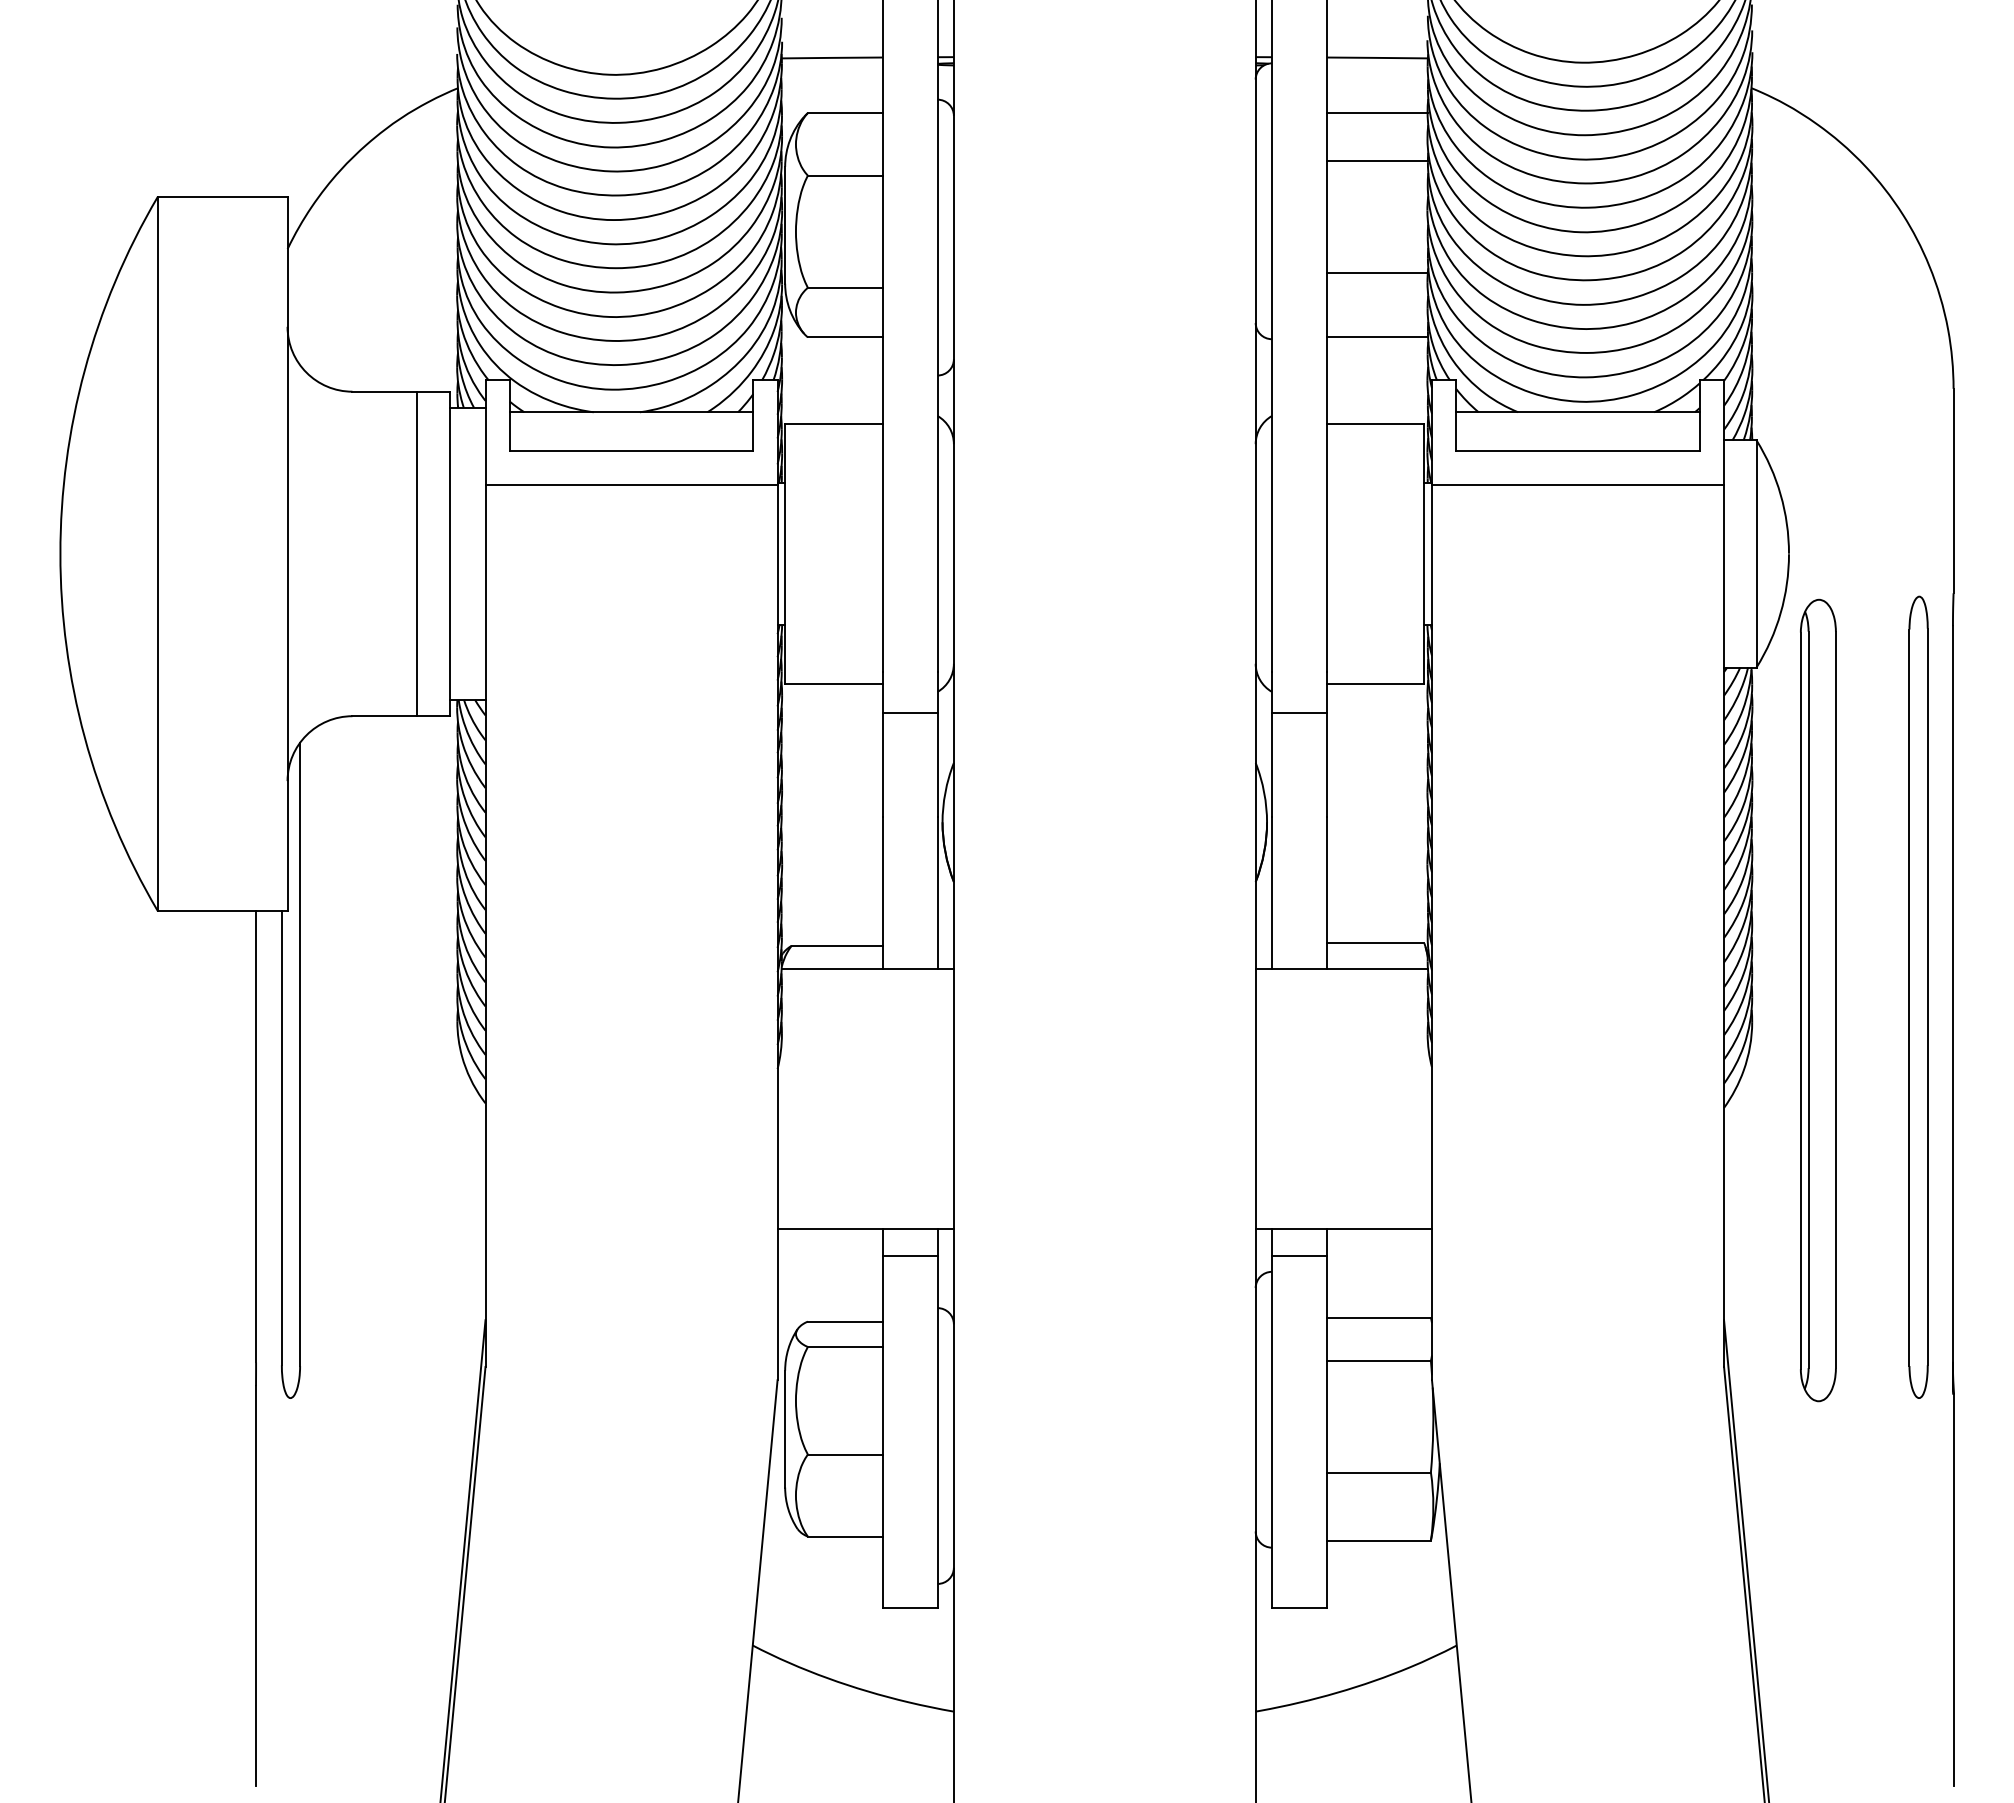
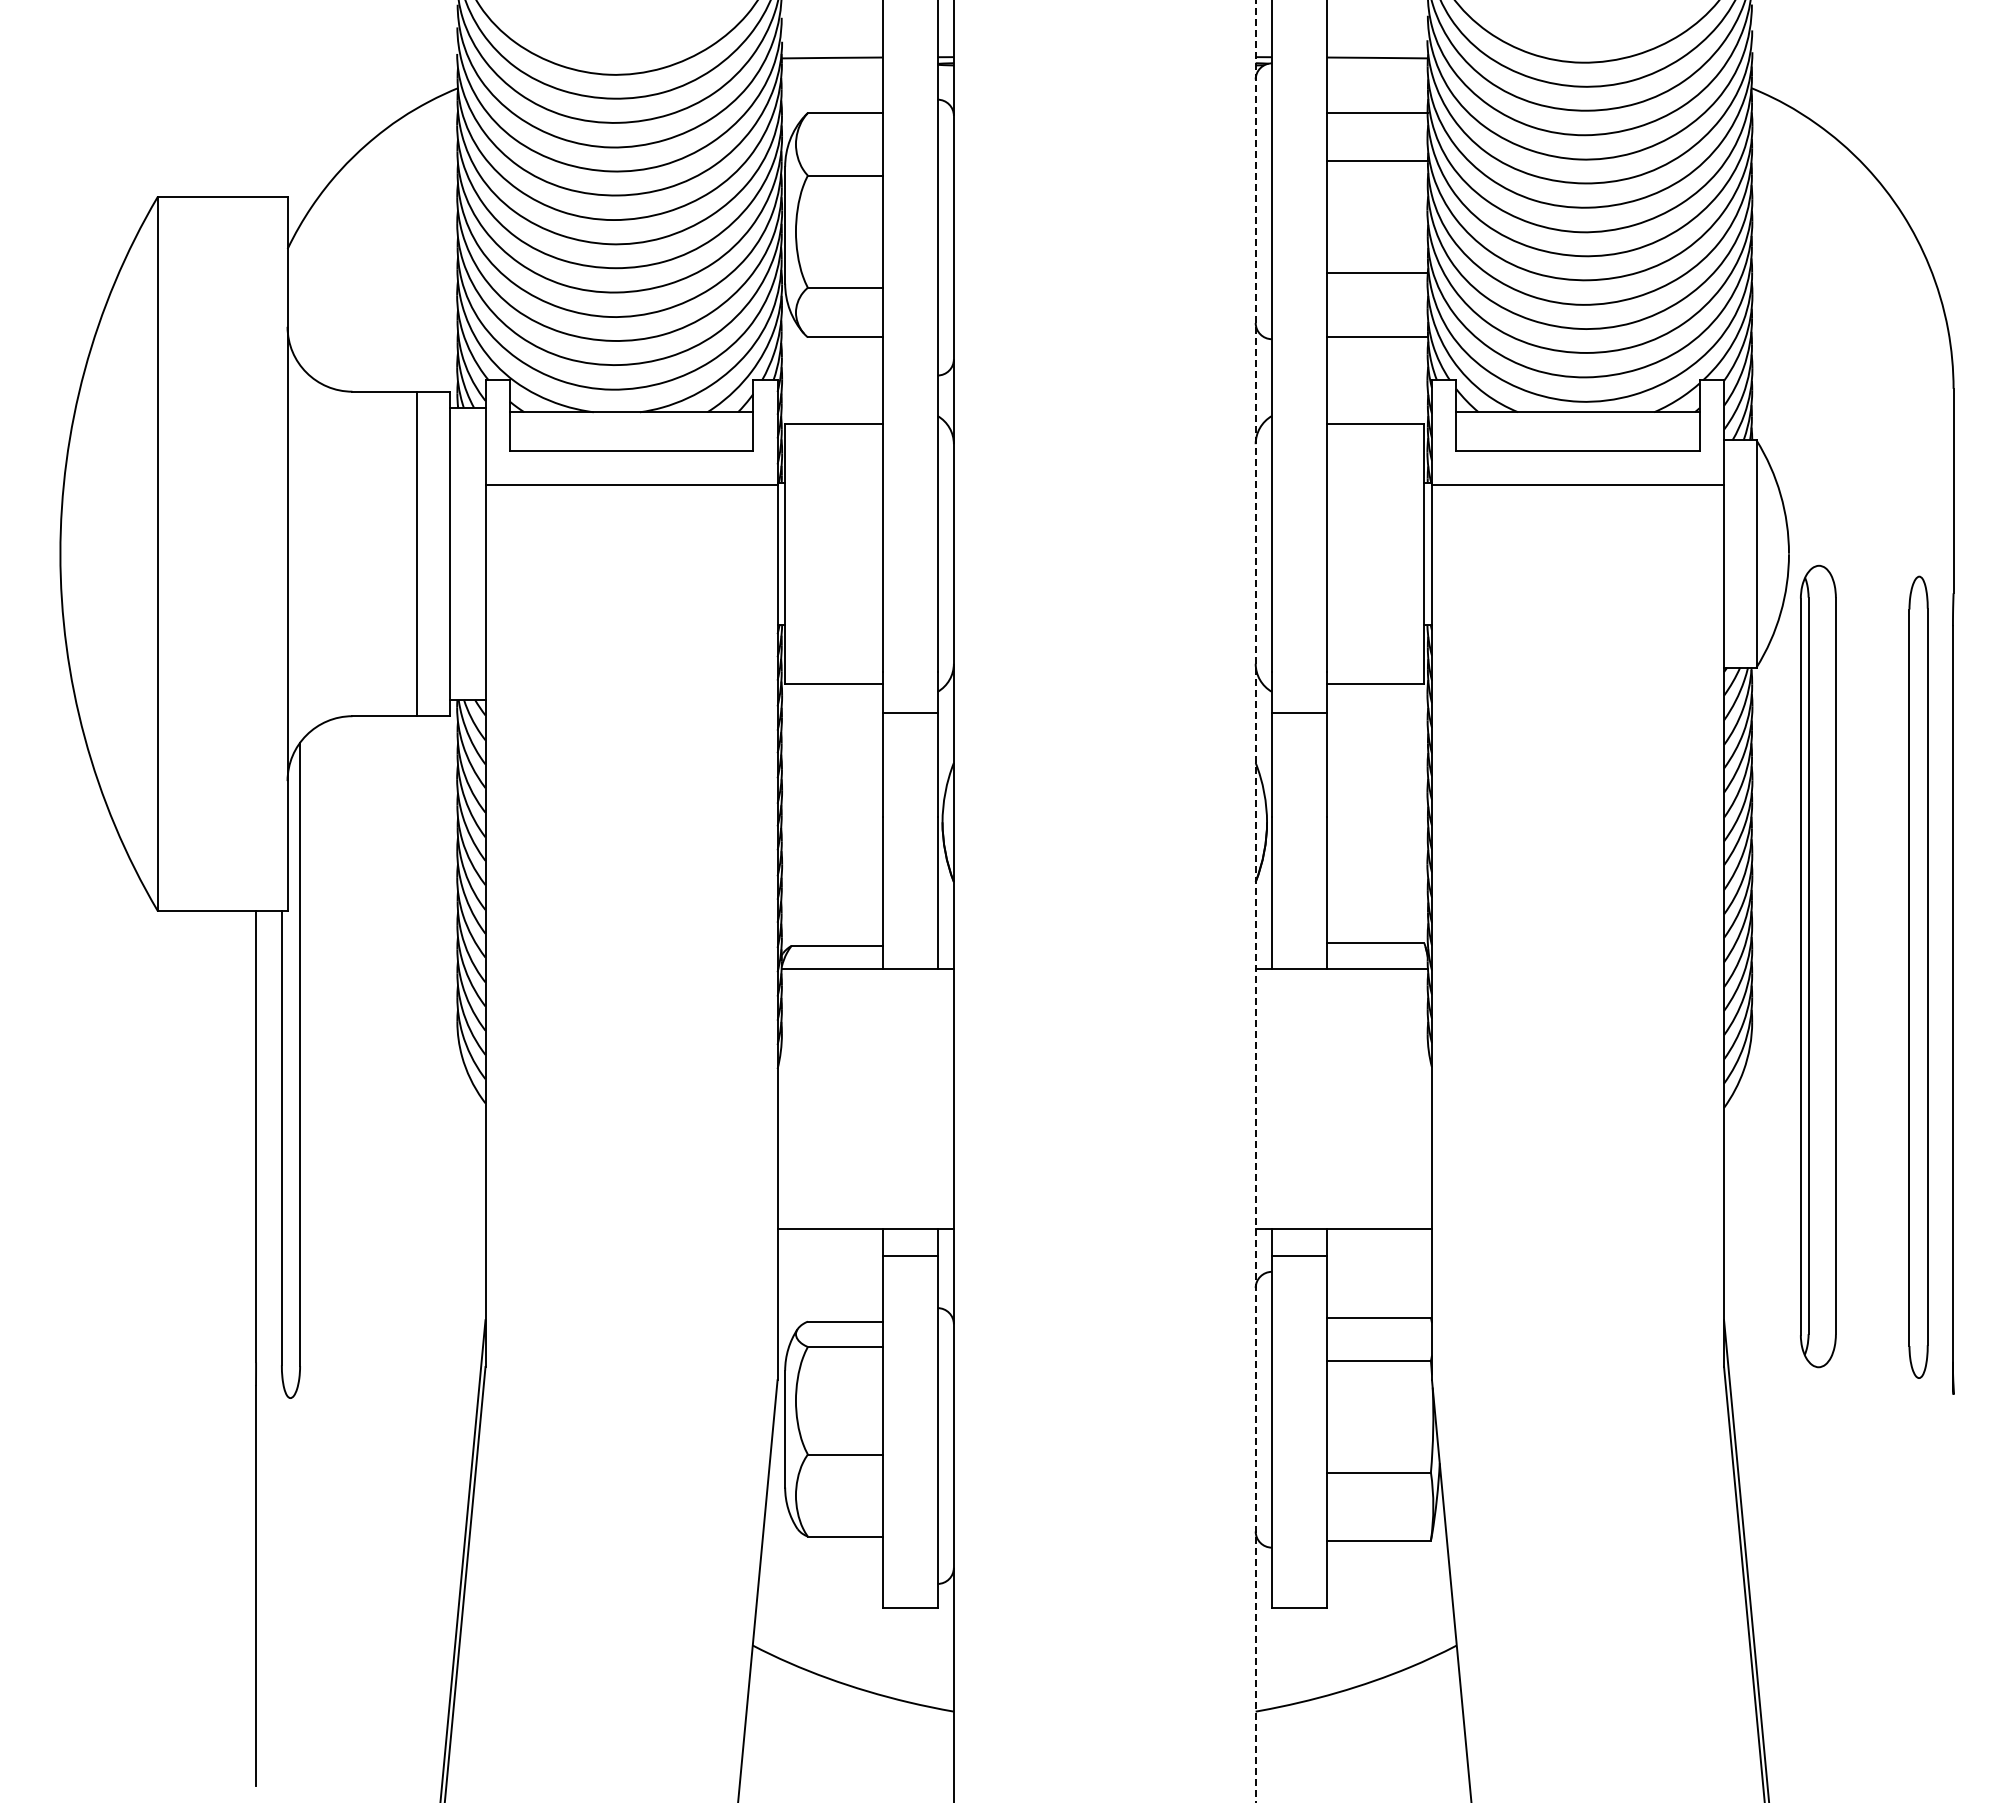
line at (1255, 900): solid -> dashed
part at (1918, 996) position: (1918, 996) -> (1918, 976)
part at (1818, 1000) position: (1818, 1000) -> (1818, 966)
line at (1953, 1590): present -> none
